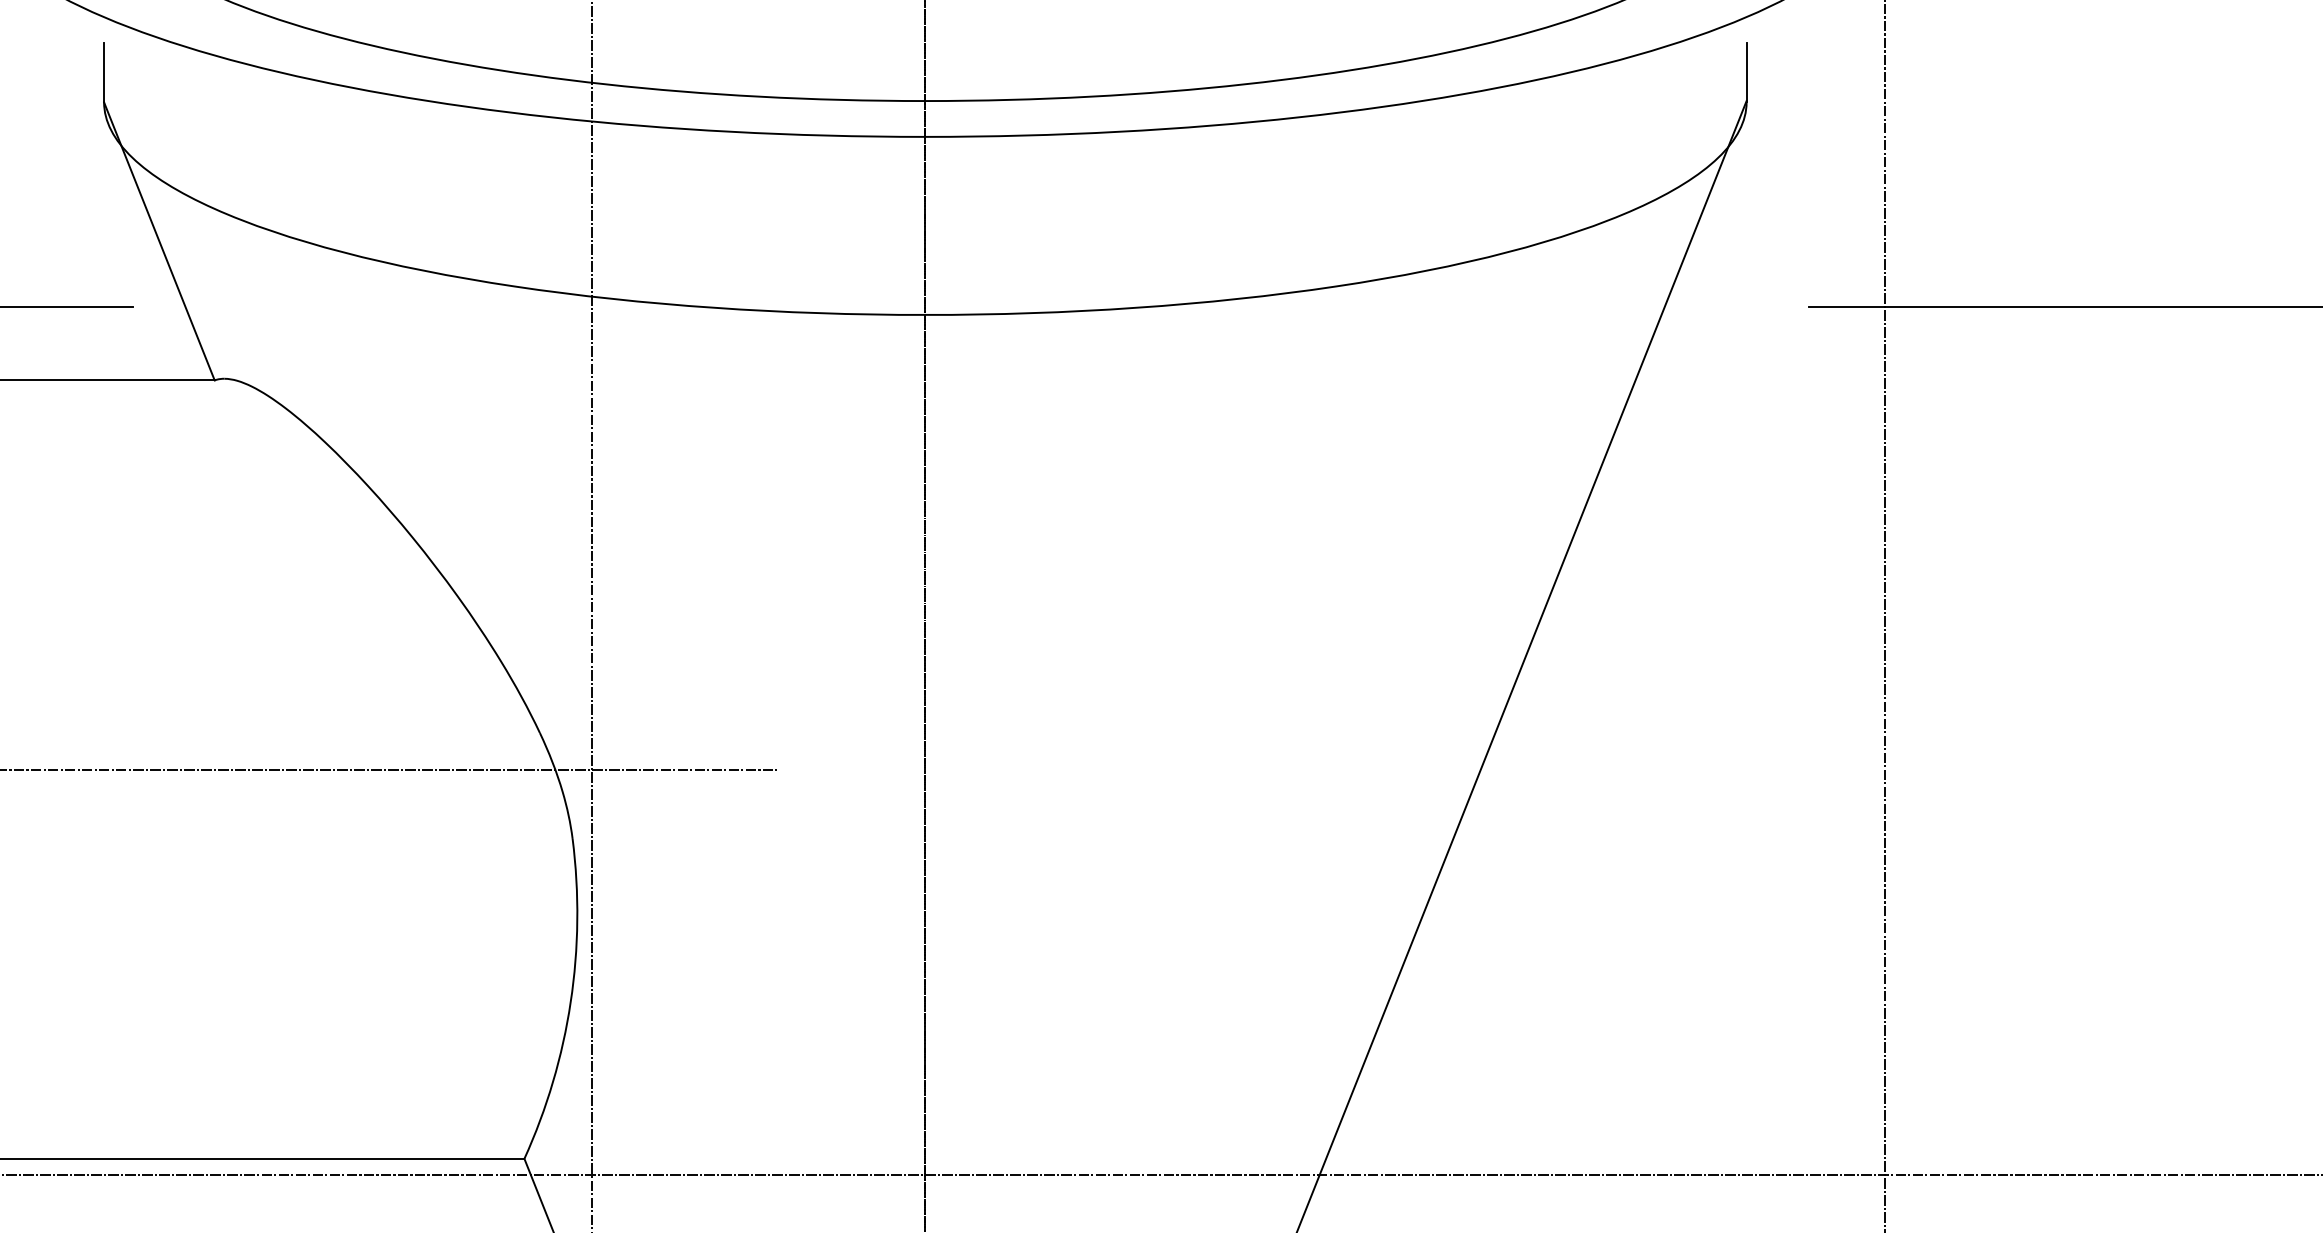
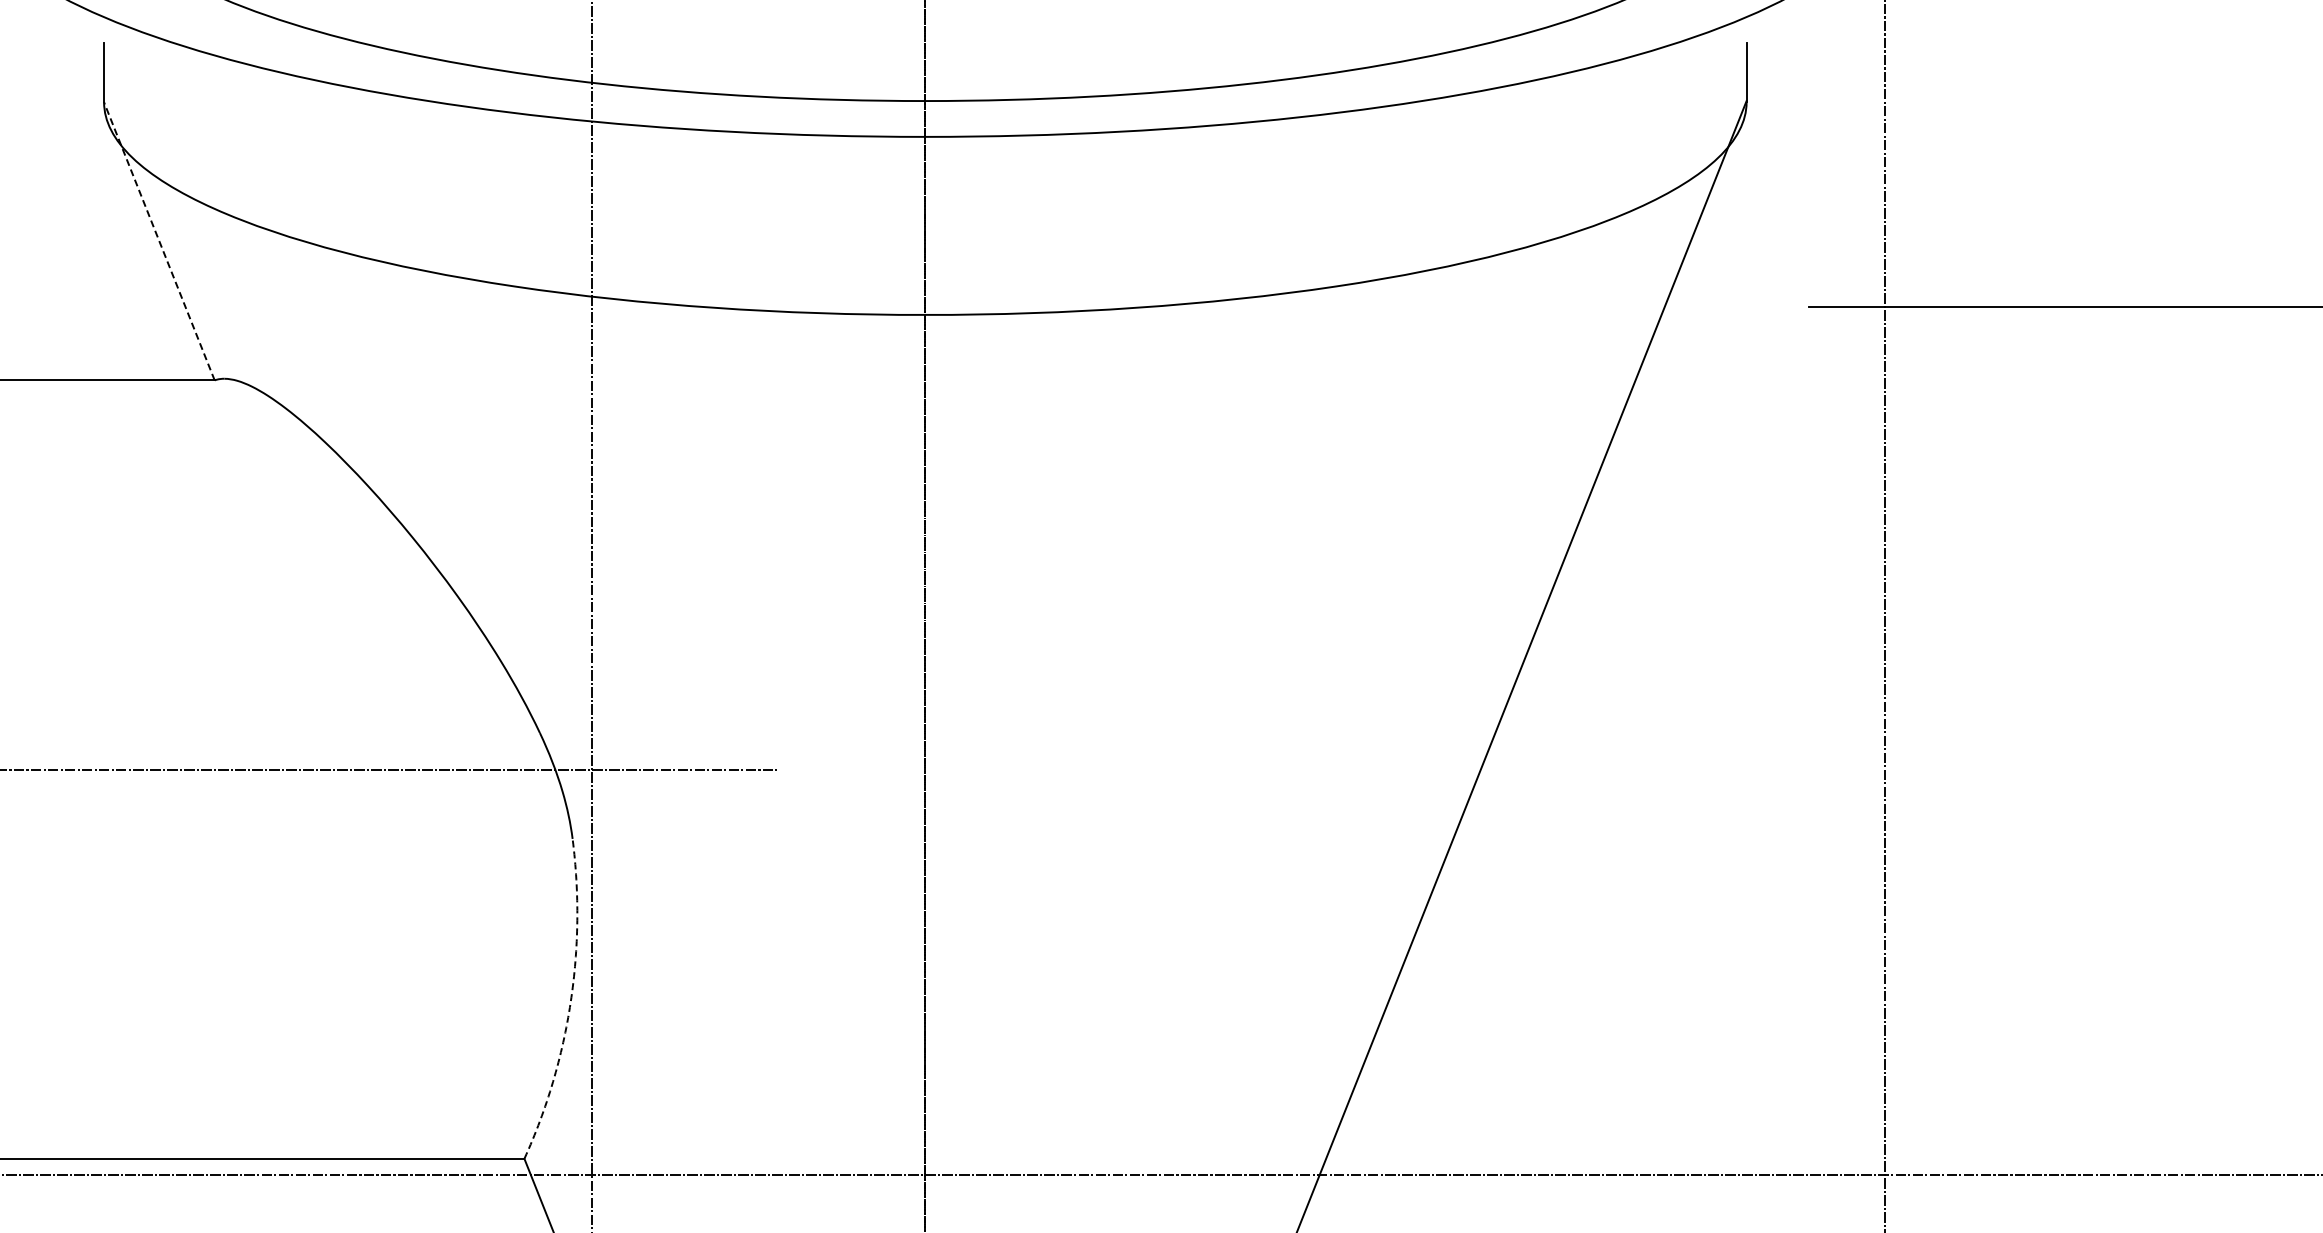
line at (159, 241): solid -> dashed
line at (67, 306): present -> none
arc at (570, 1002): solid -> dashed
